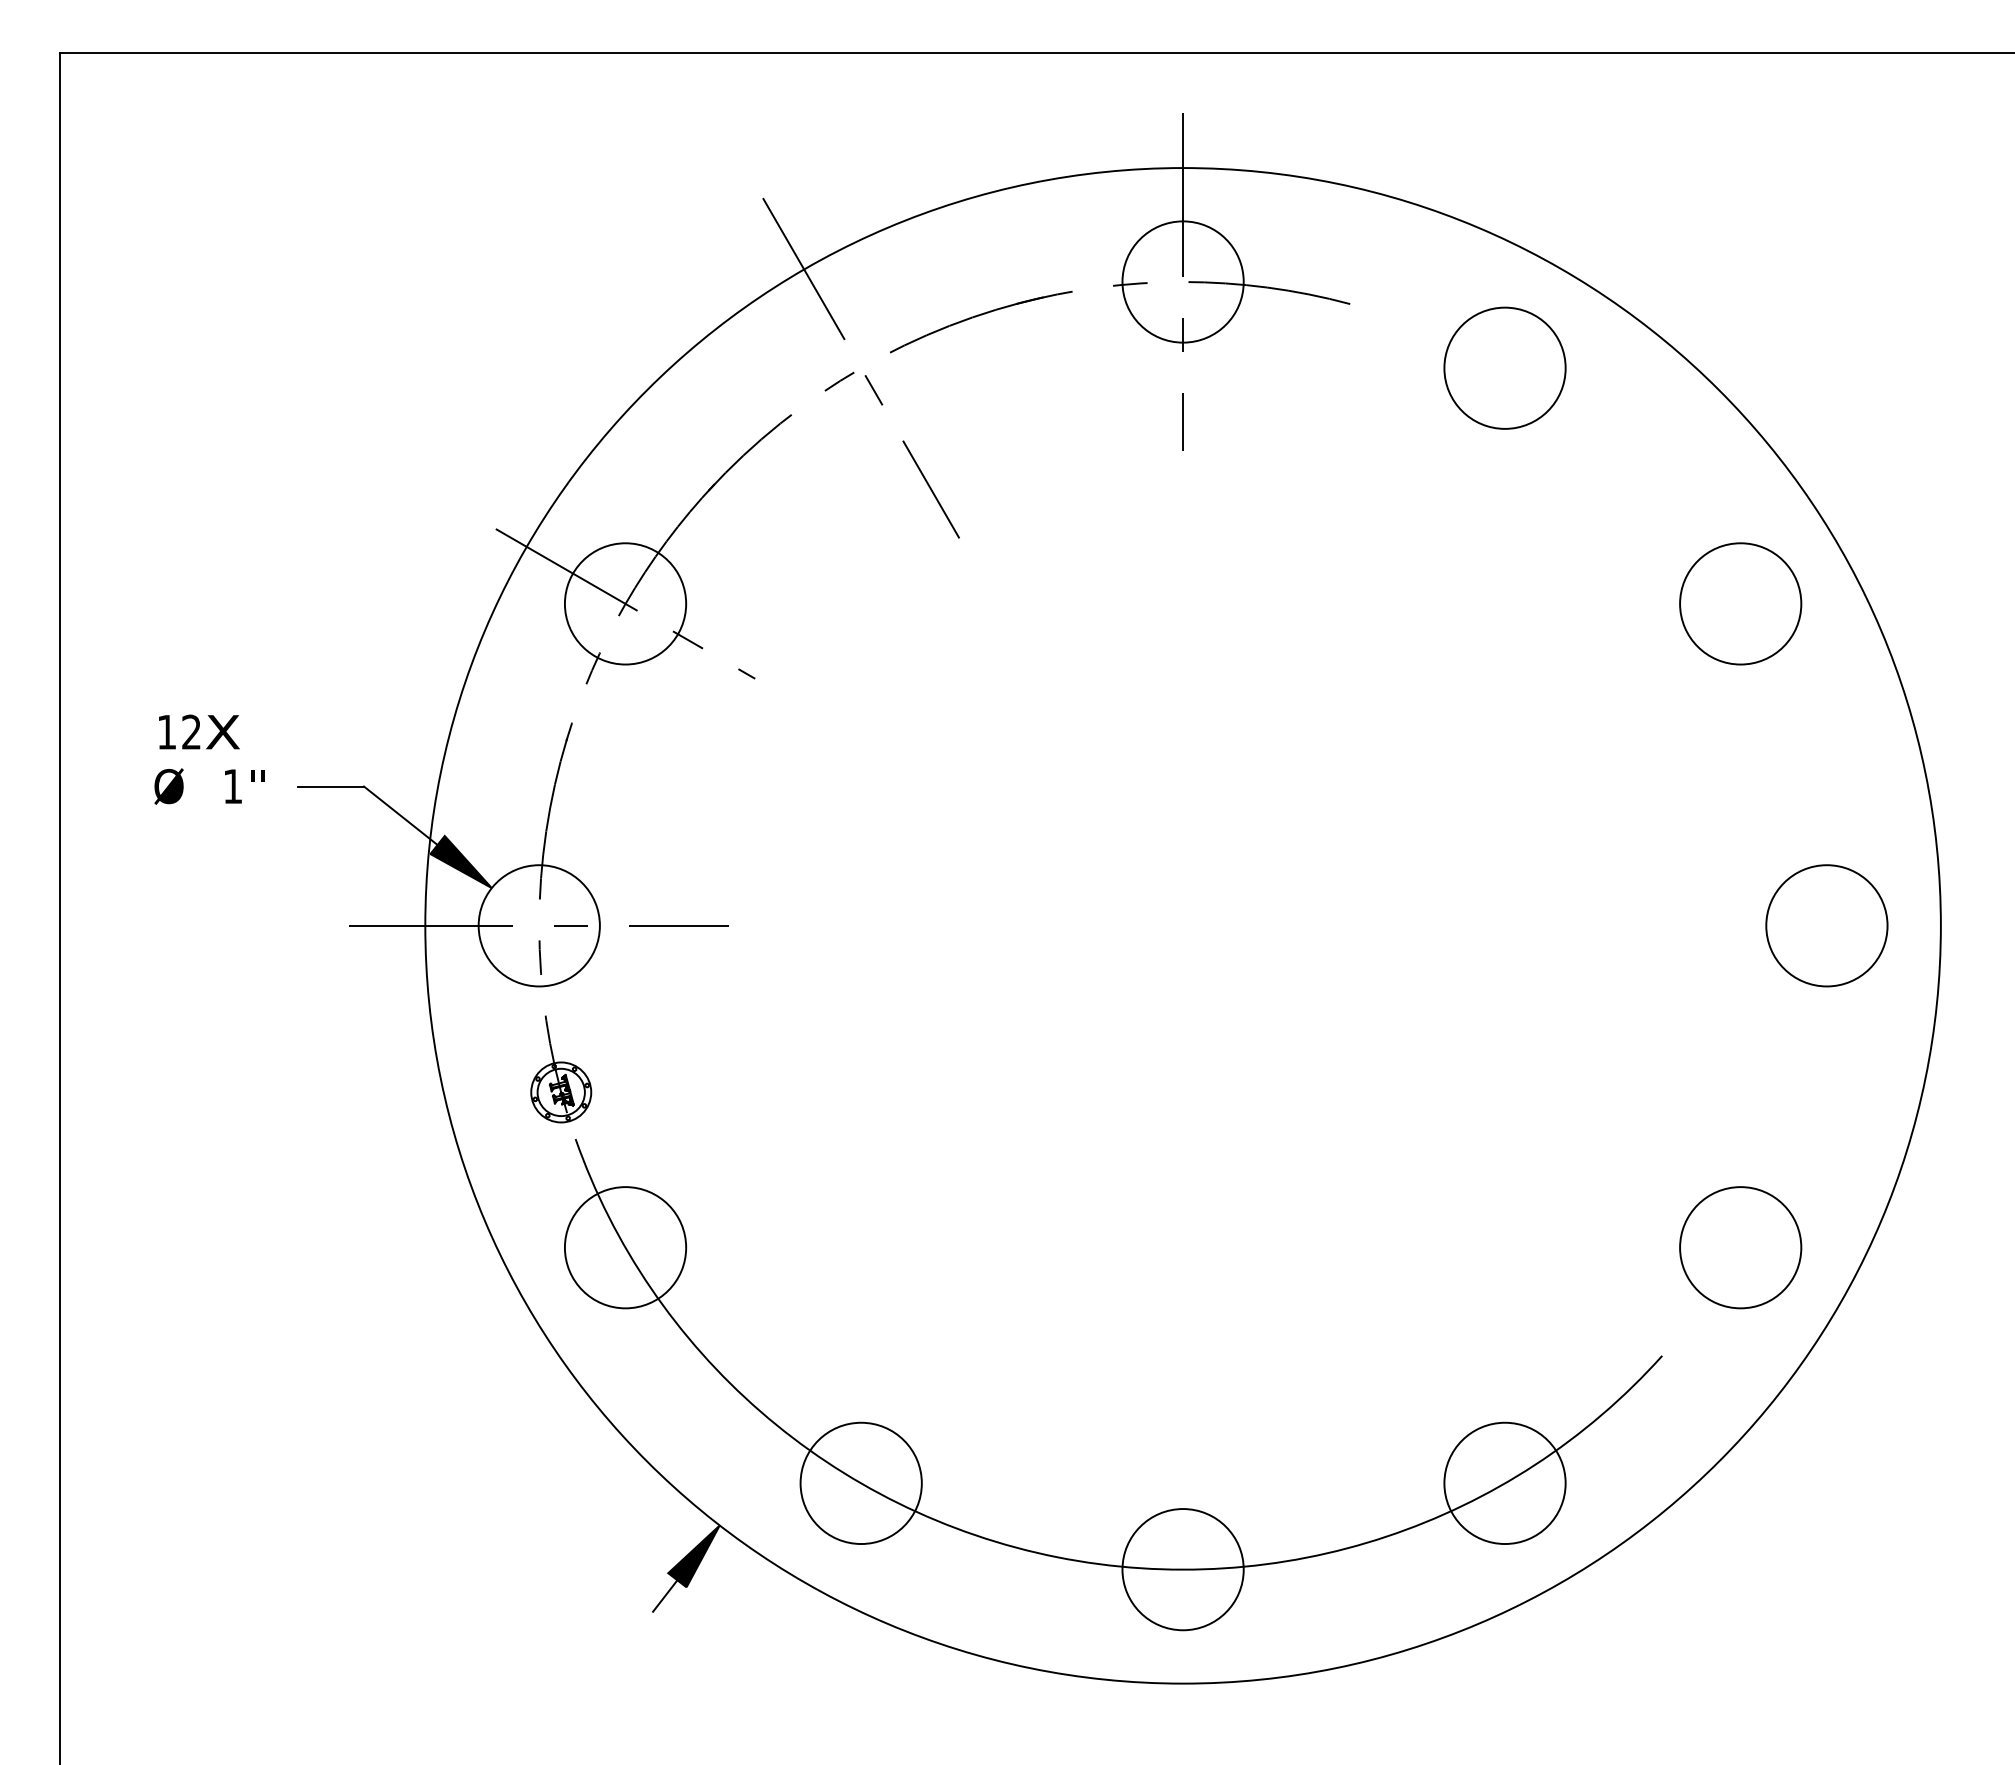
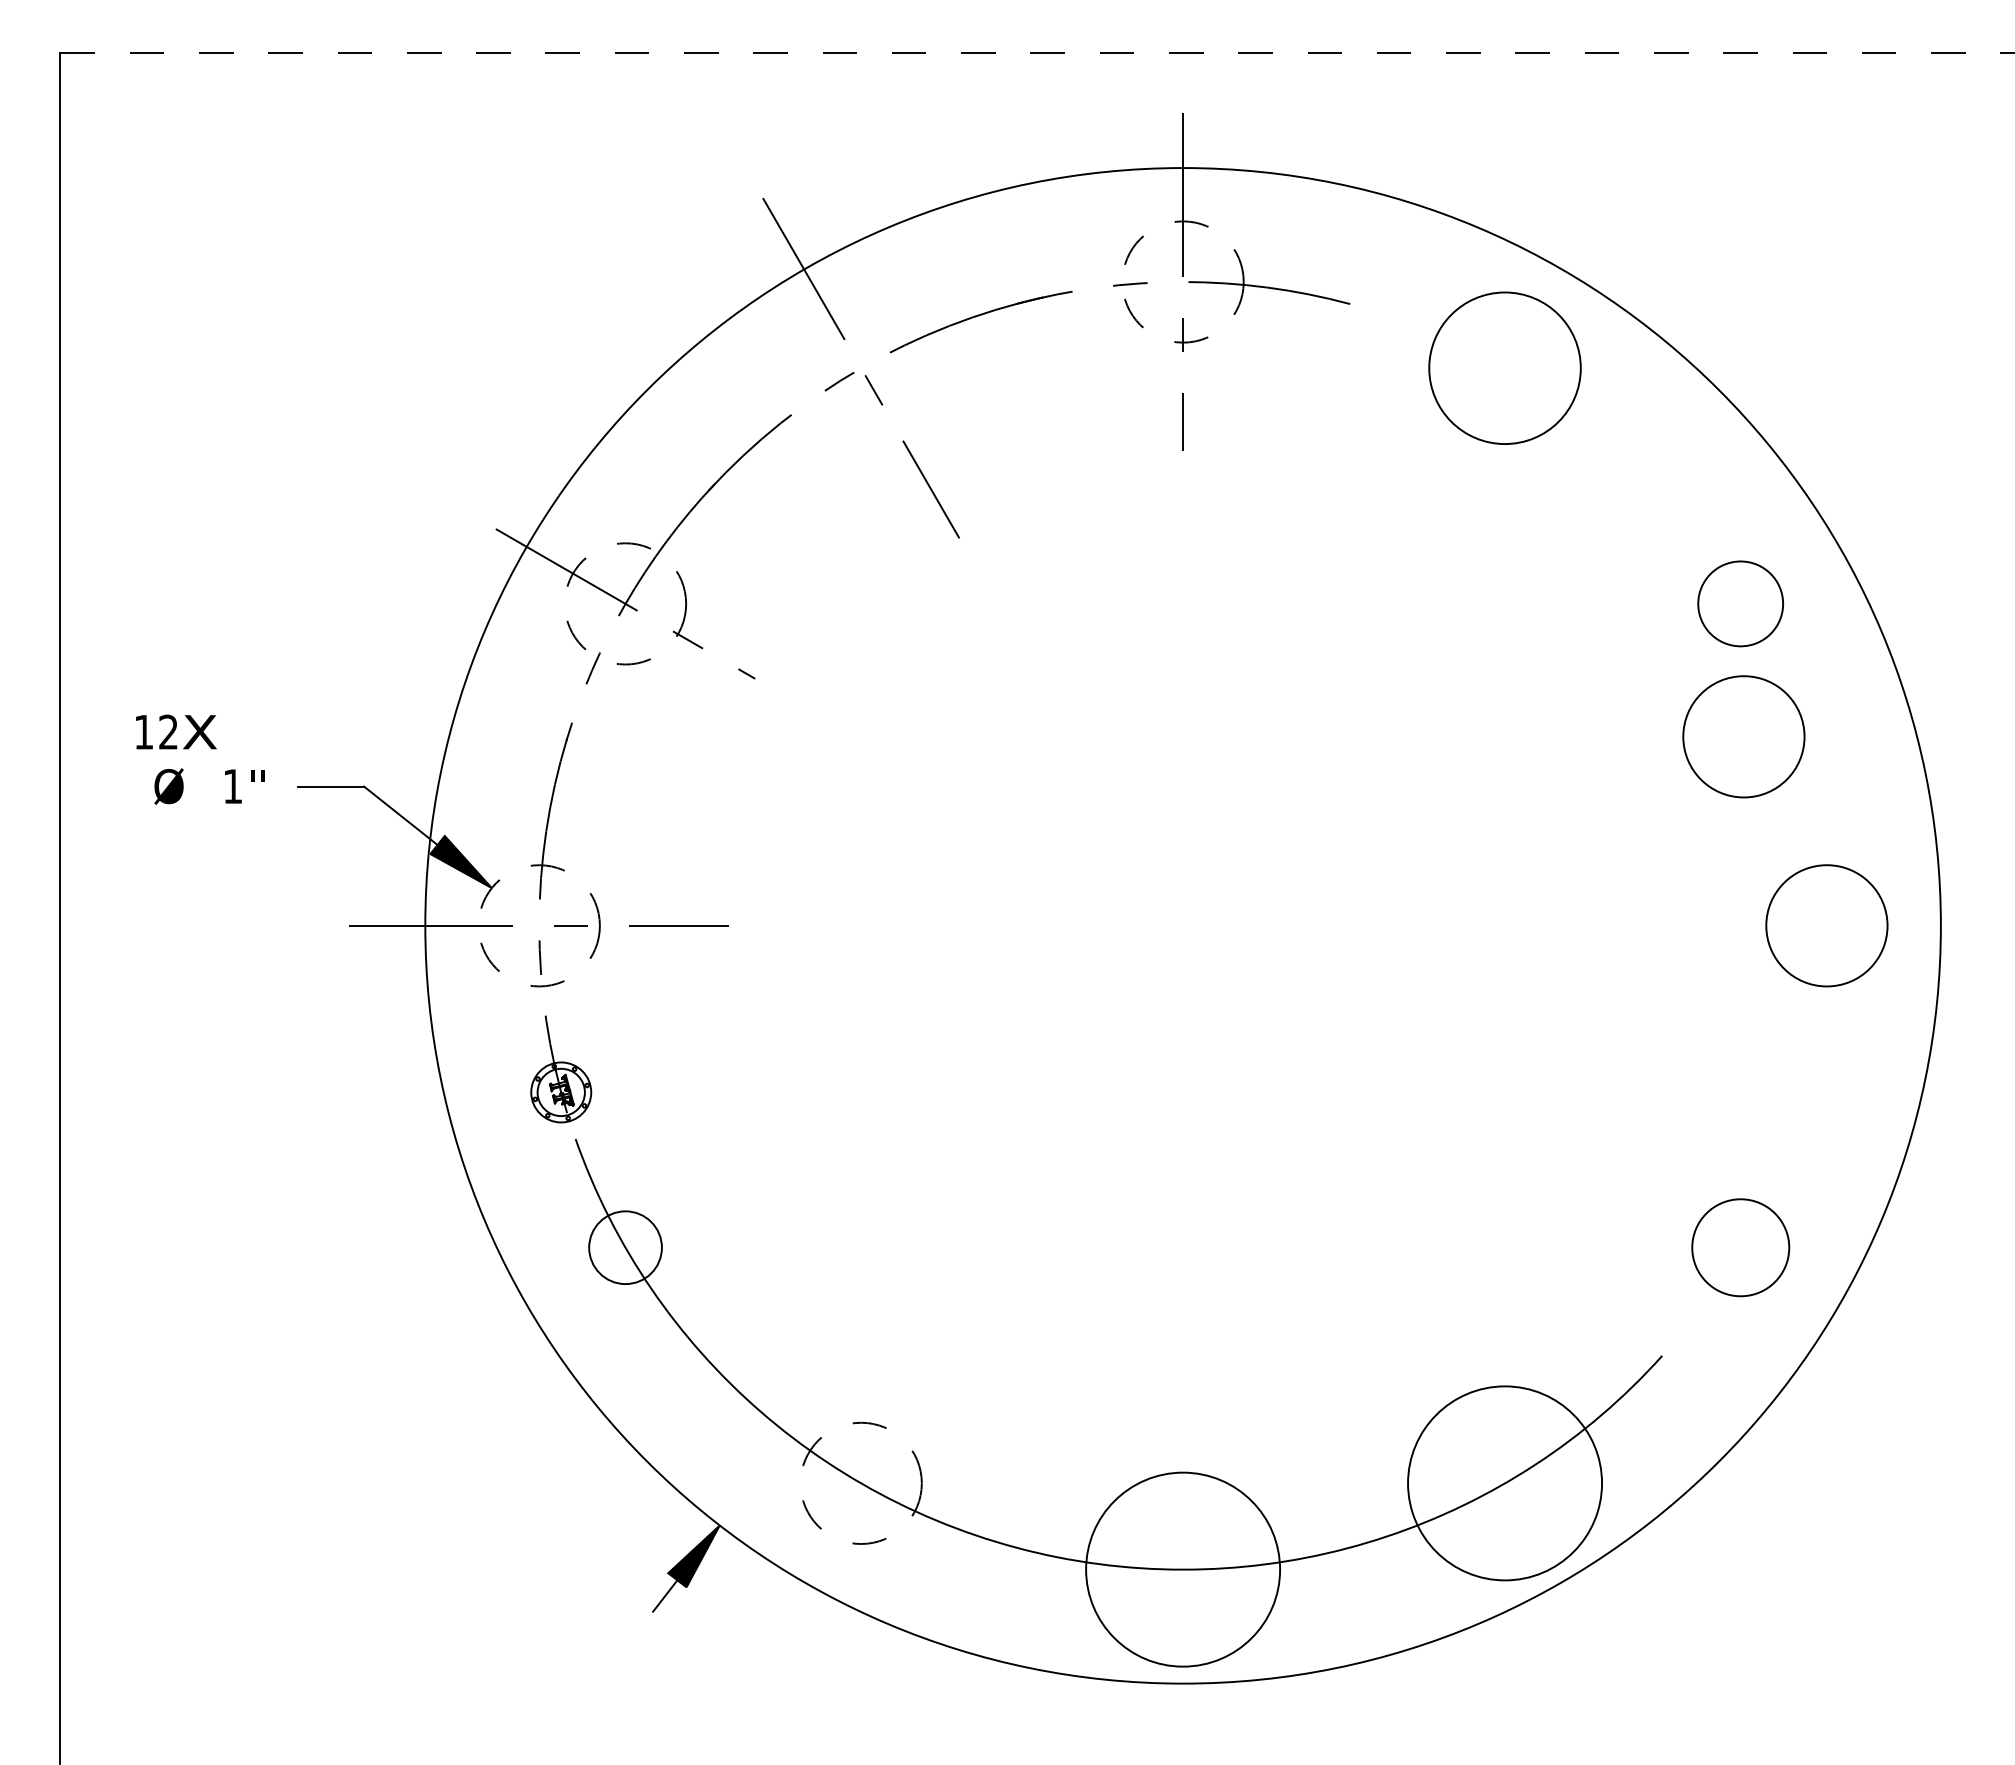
line at (1037, 52): solid -> dashed
circle at (1182, 281): solid -> dashed
circle at (1504, 367) diameter: 121 px -> 152 px
circle at (625, 603): solid -> dashed
circle at (1740, 603) diameter: 121 px -> 85 px
text at (199, 731) position: (199, 731) -> (176, 731)
circle at (1743, 736): none -> present
circle at (538, 925): solid -> dashed
circle at (625, 1247) diameter: 121 px -> 73 px
circle at (1740, 1247) size: 124x124 px -> 100x100 px
circle at (860, 1483): solid -> dashed
circle at (1504, 1483) diameter: 121 px -> 194 px
circle at (1182, 1569) diameter: 121 px -> 194 px
